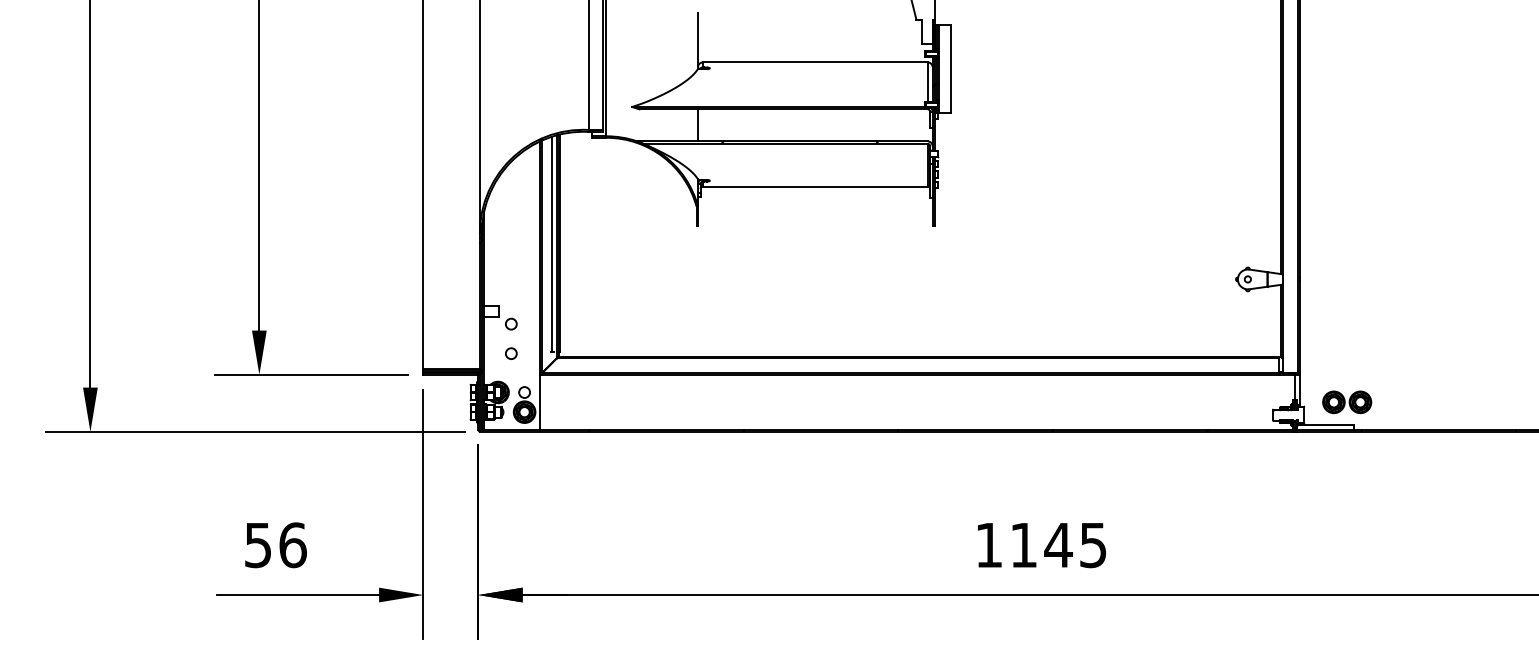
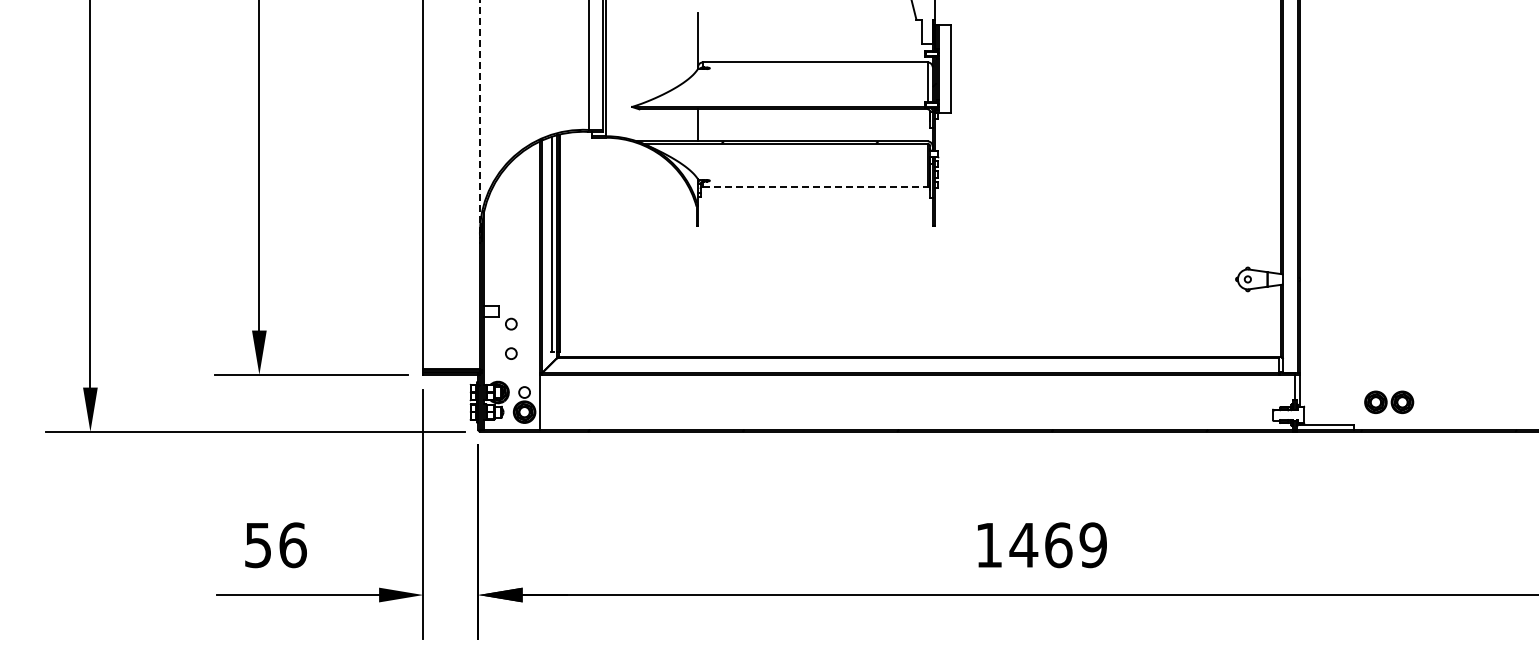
line at (479, 117): solid -> dashed
line at (815, 186): solid -> dashed
part at (1347, 402) position: (1347, 402) -> (1389, 402)
text at (1057, 545): 1145 -> 1469
